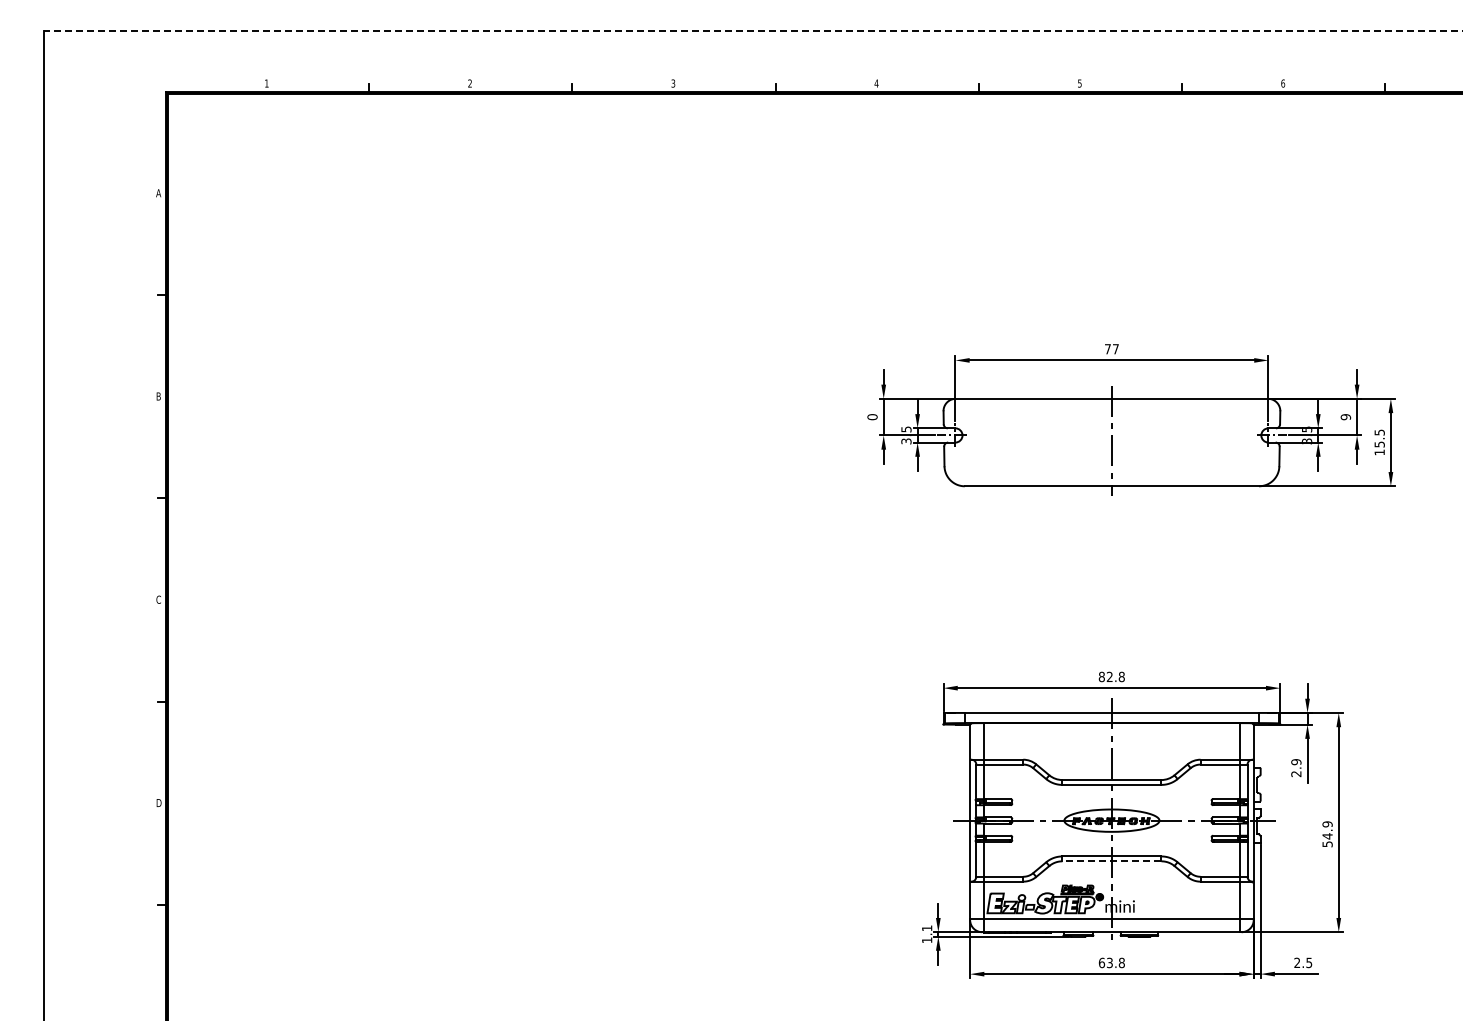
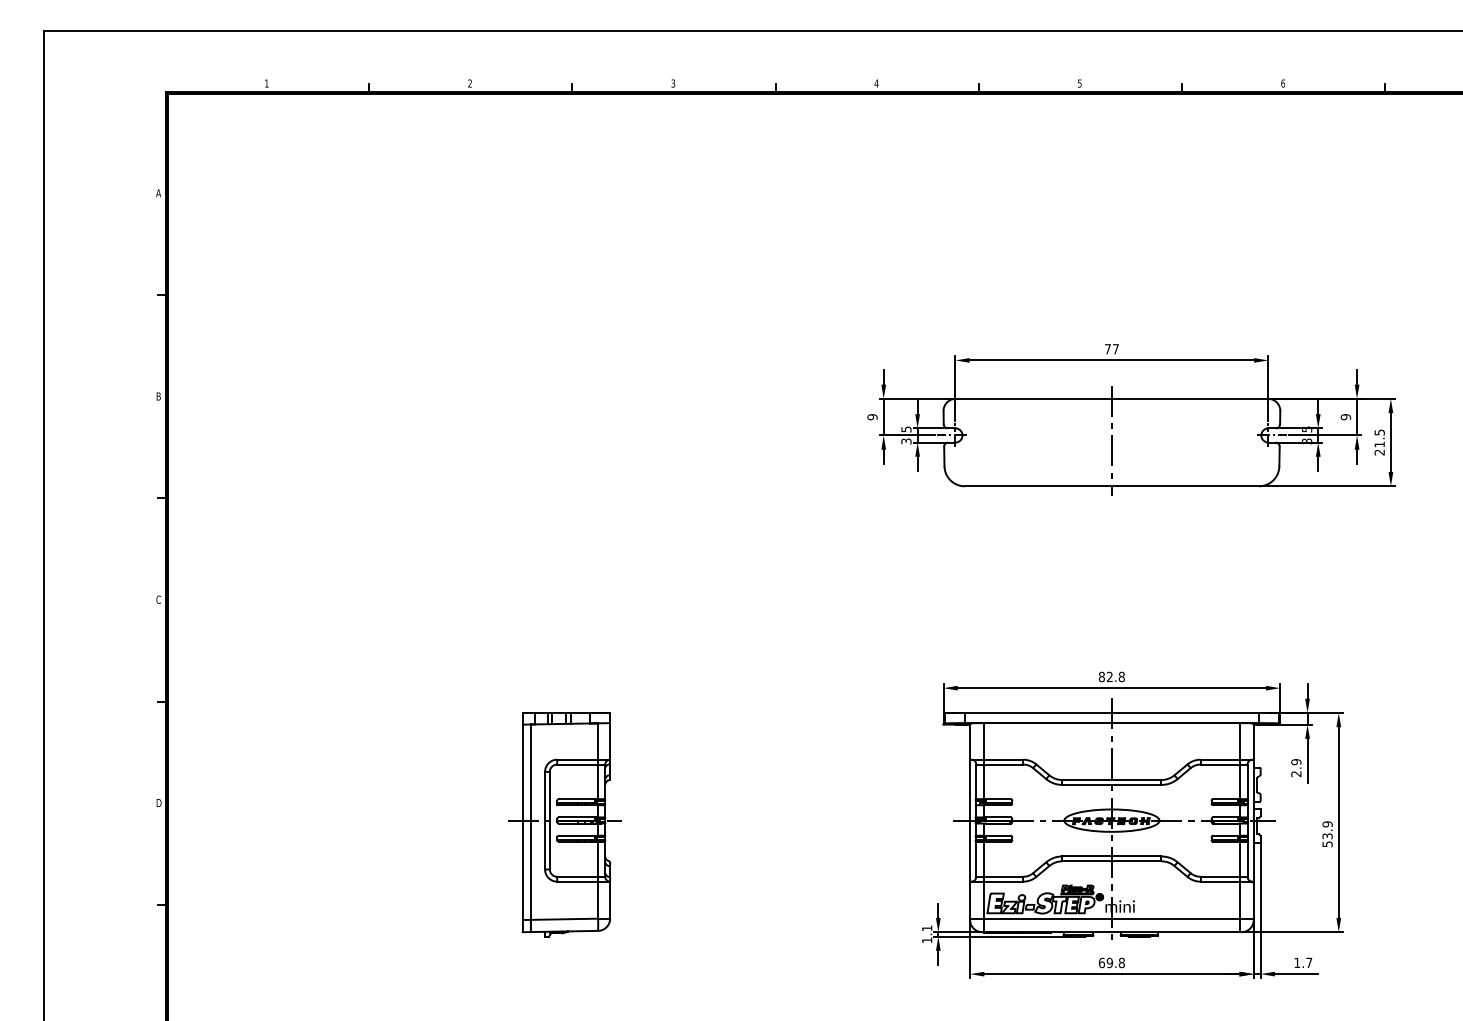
line at (752, 30): dashed -> solid
text at (872, 417): 0 -> 9
text at (1379, 448): 15.5 -> 21.5
part at (564, 824): none -> present
text at (1327, 836): 54.9 -> 53.9
line at (1111, 861): dashed -> solid
text at (1109, 962): 63.8 -> 69.8
text at (1303, 962): 2.5 -> 1.7
